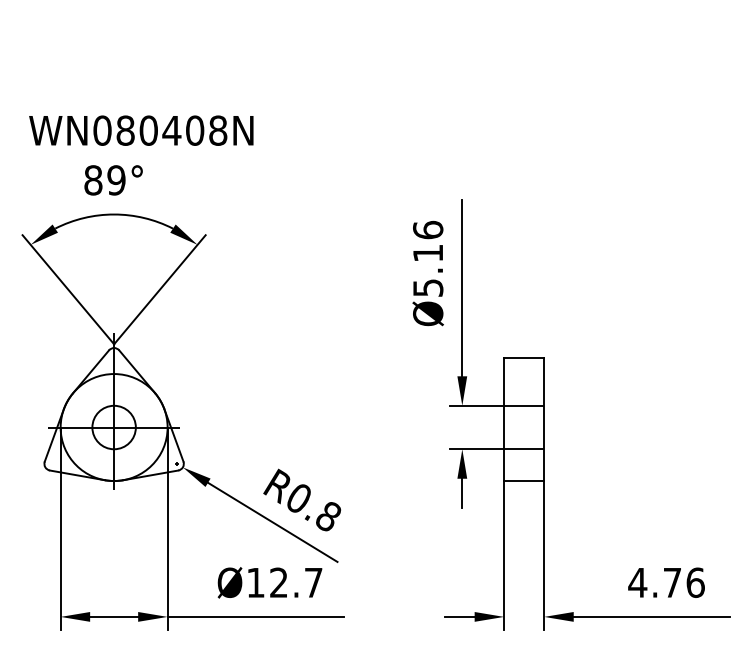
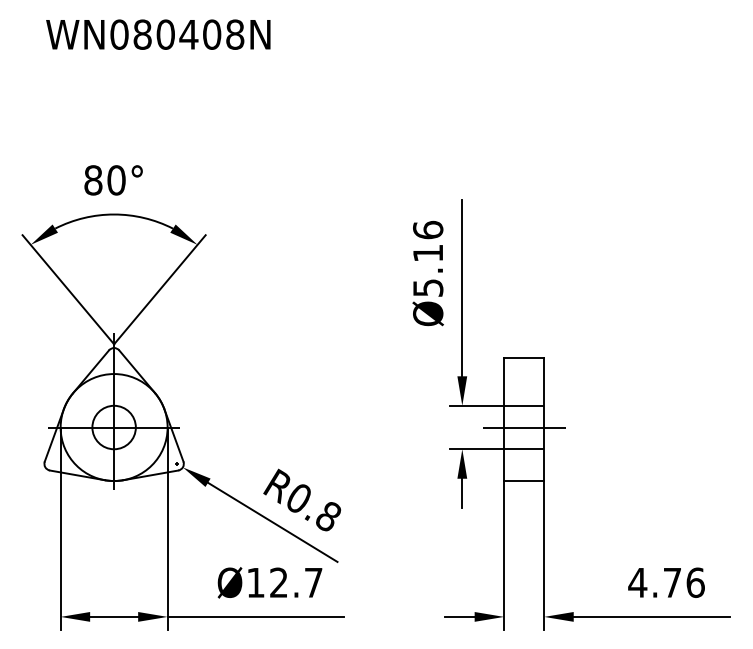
text at (141, 130) position: (141, 130) -> (158, 34)
text at (116, 180): 89° -> 80°
line at (523, 427): none -> present
